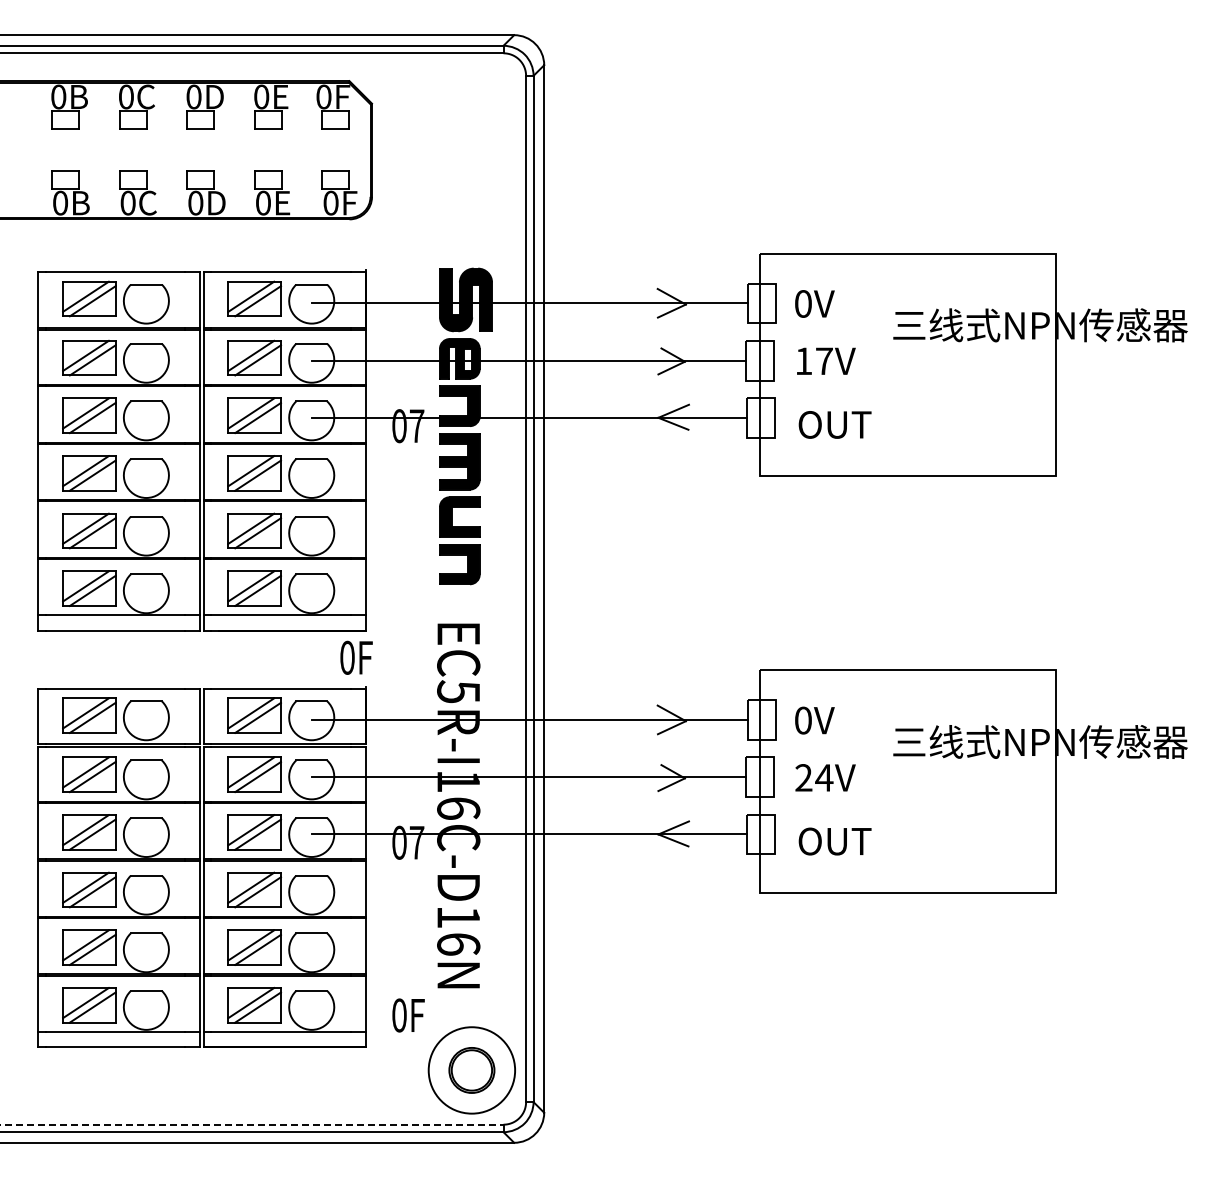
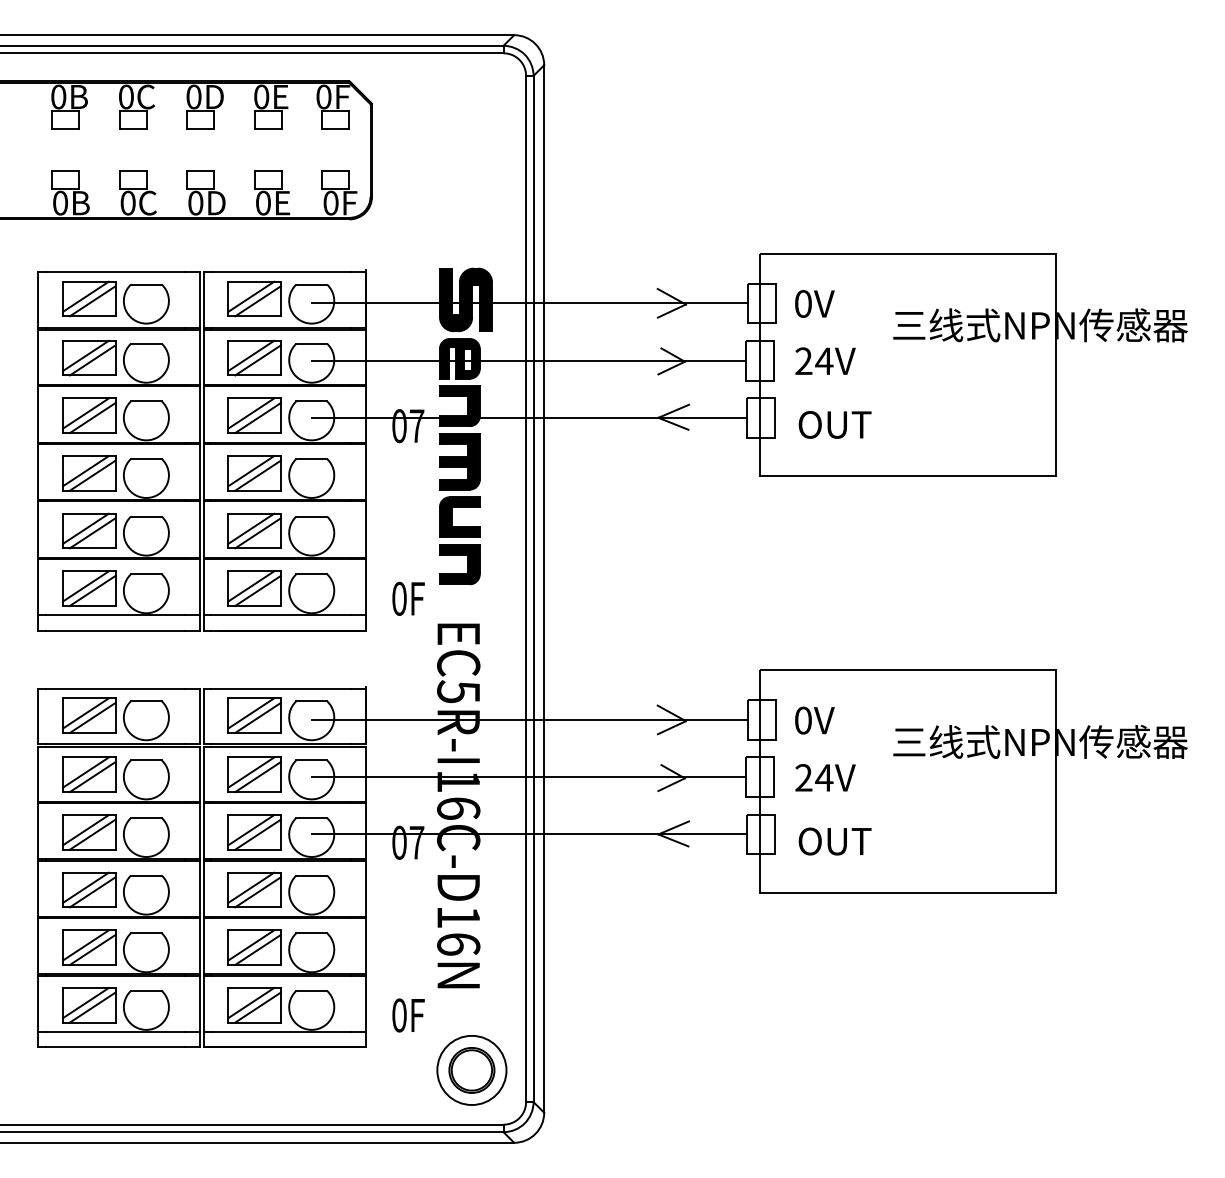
text at (814, 360): 17V -> 24V
text at (356, 657) position: (356, 657) -> (408, 598)
circle at (471, 1070) diameter: 86 px -> 69 px
line at (252, 1124): dashed -> solid
